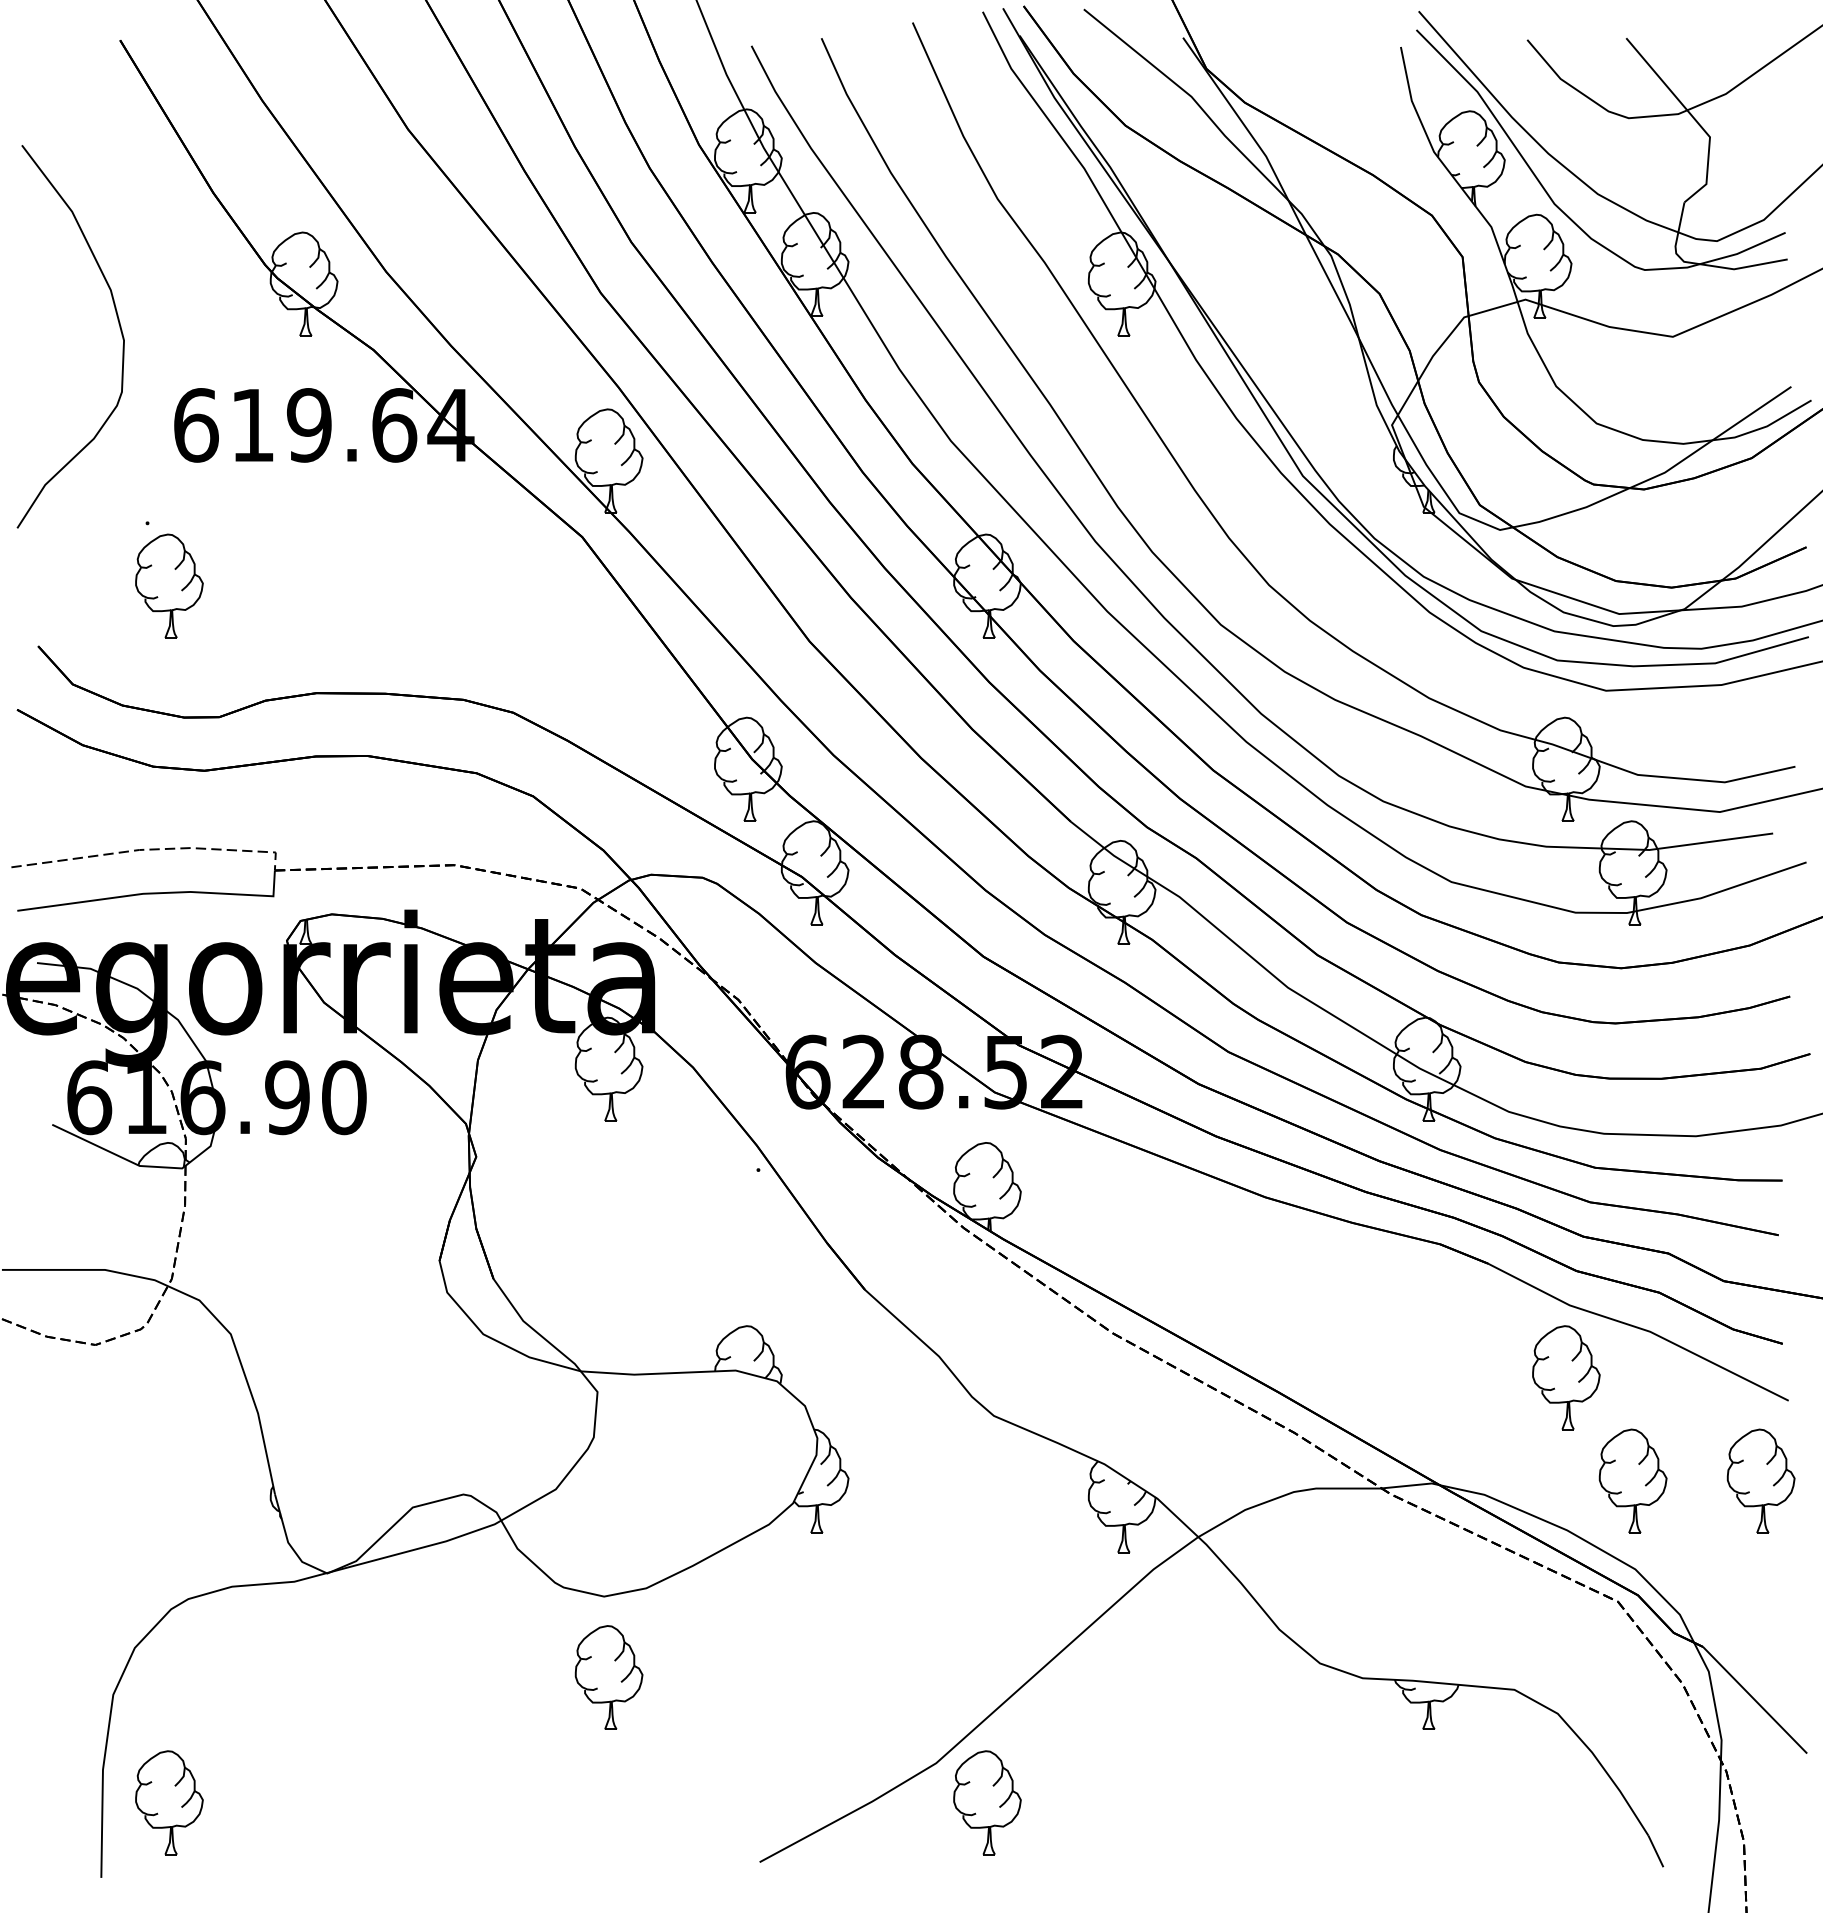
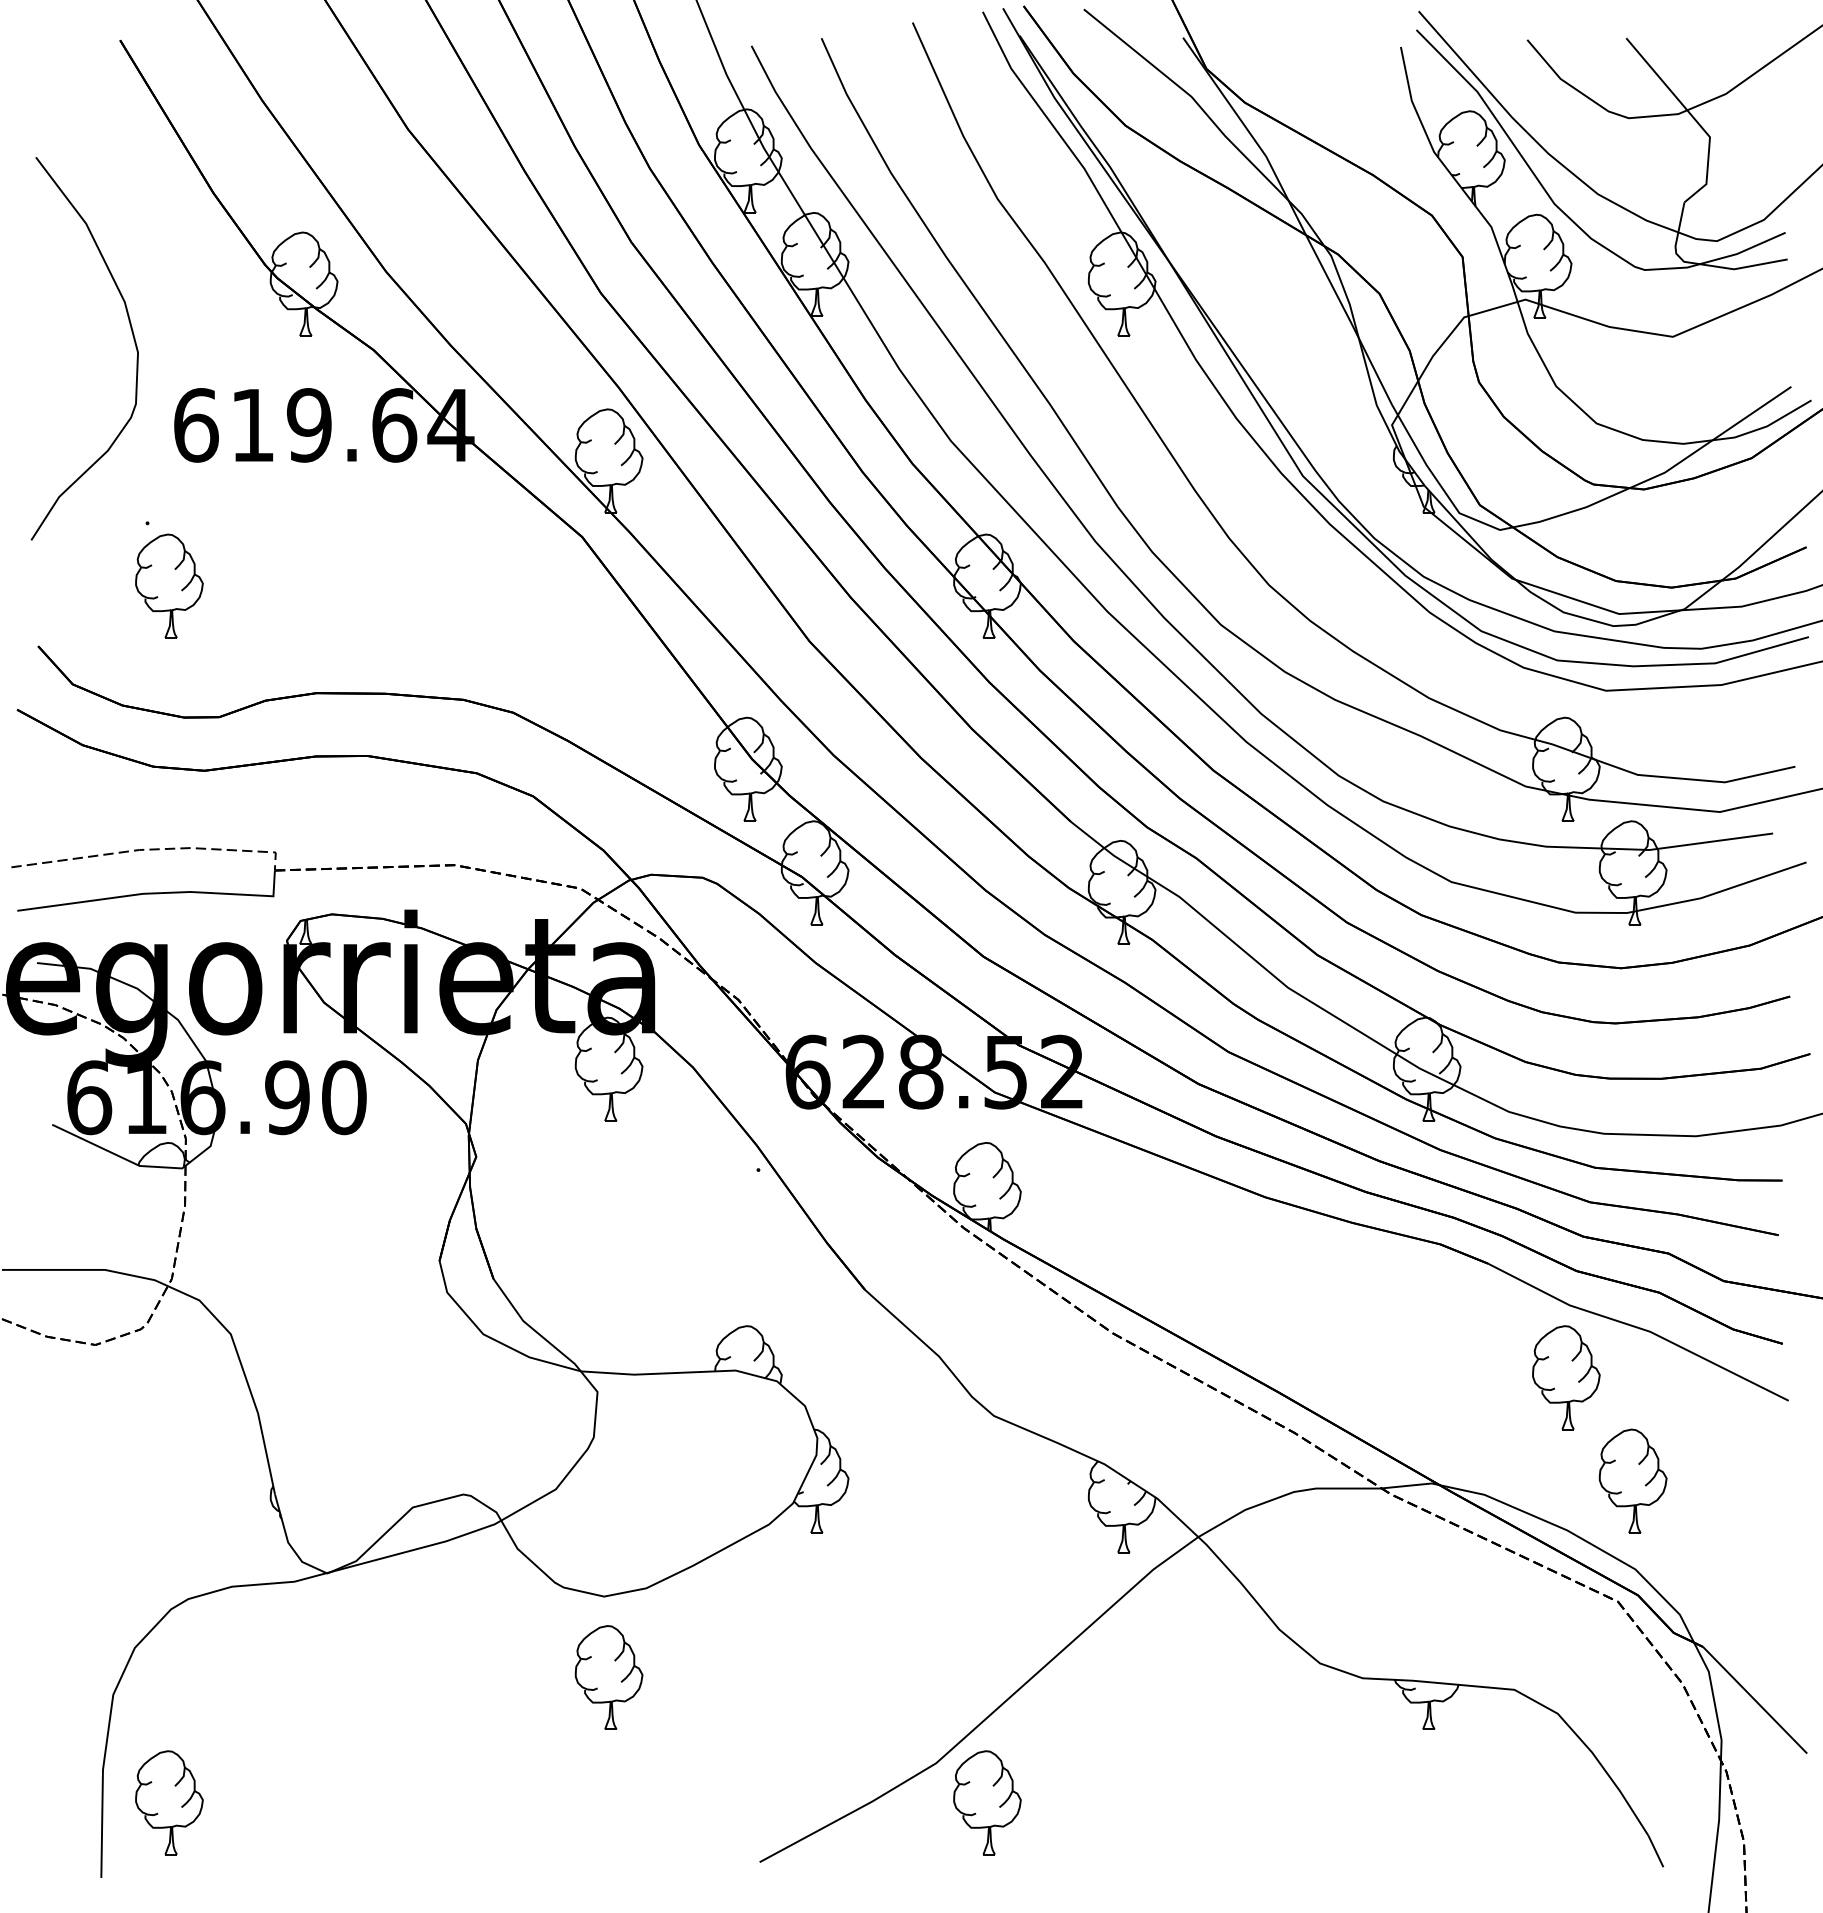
curve at (118, 324) position: (118, 324) -> (132, 336)
part at (1760, 1480): present -> none
